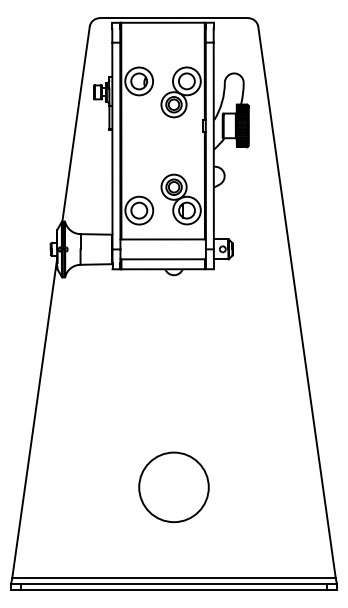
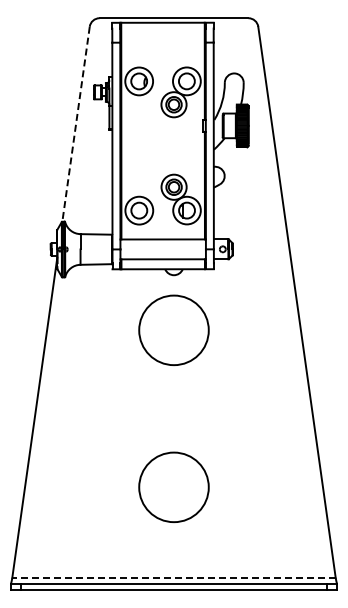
line at (76, 124): solid -> dashed
circle at (173, 329): none -> present
line at (174, 577): solid -> dashed
